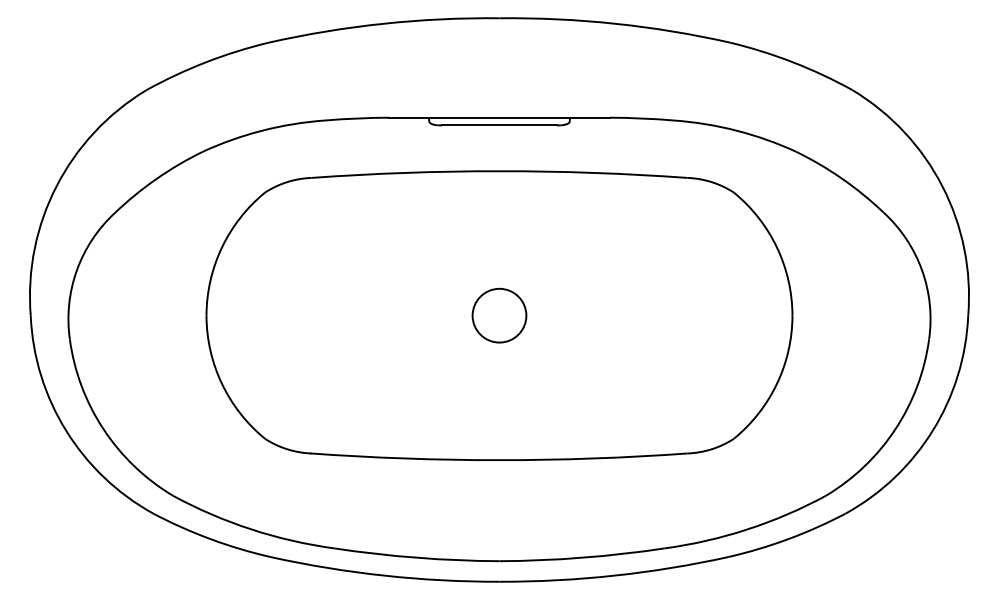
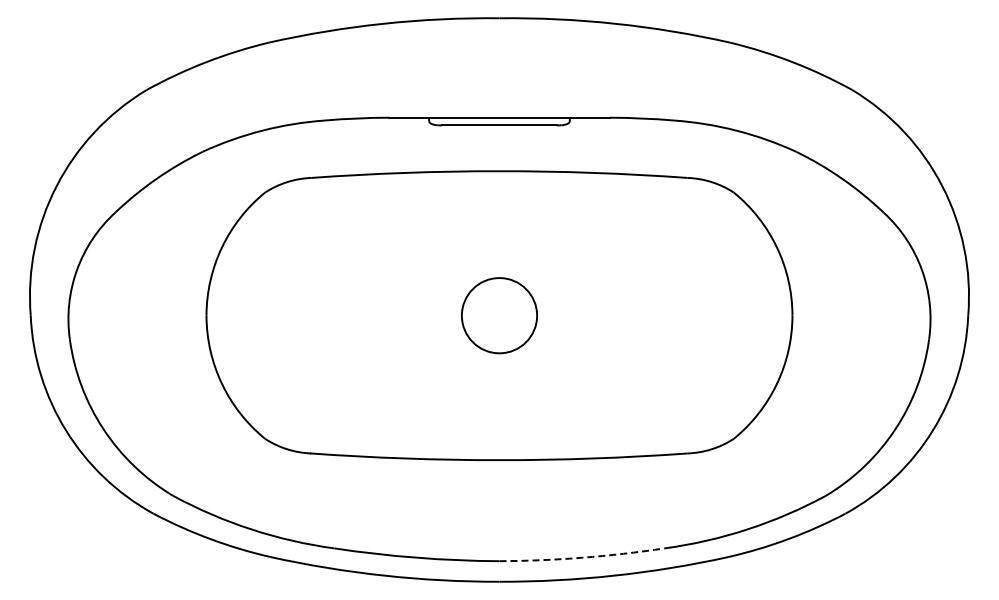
circle at (499, 315) diameter: 54 px -> 75 px
arc at (582, 557): solid -> dashed
